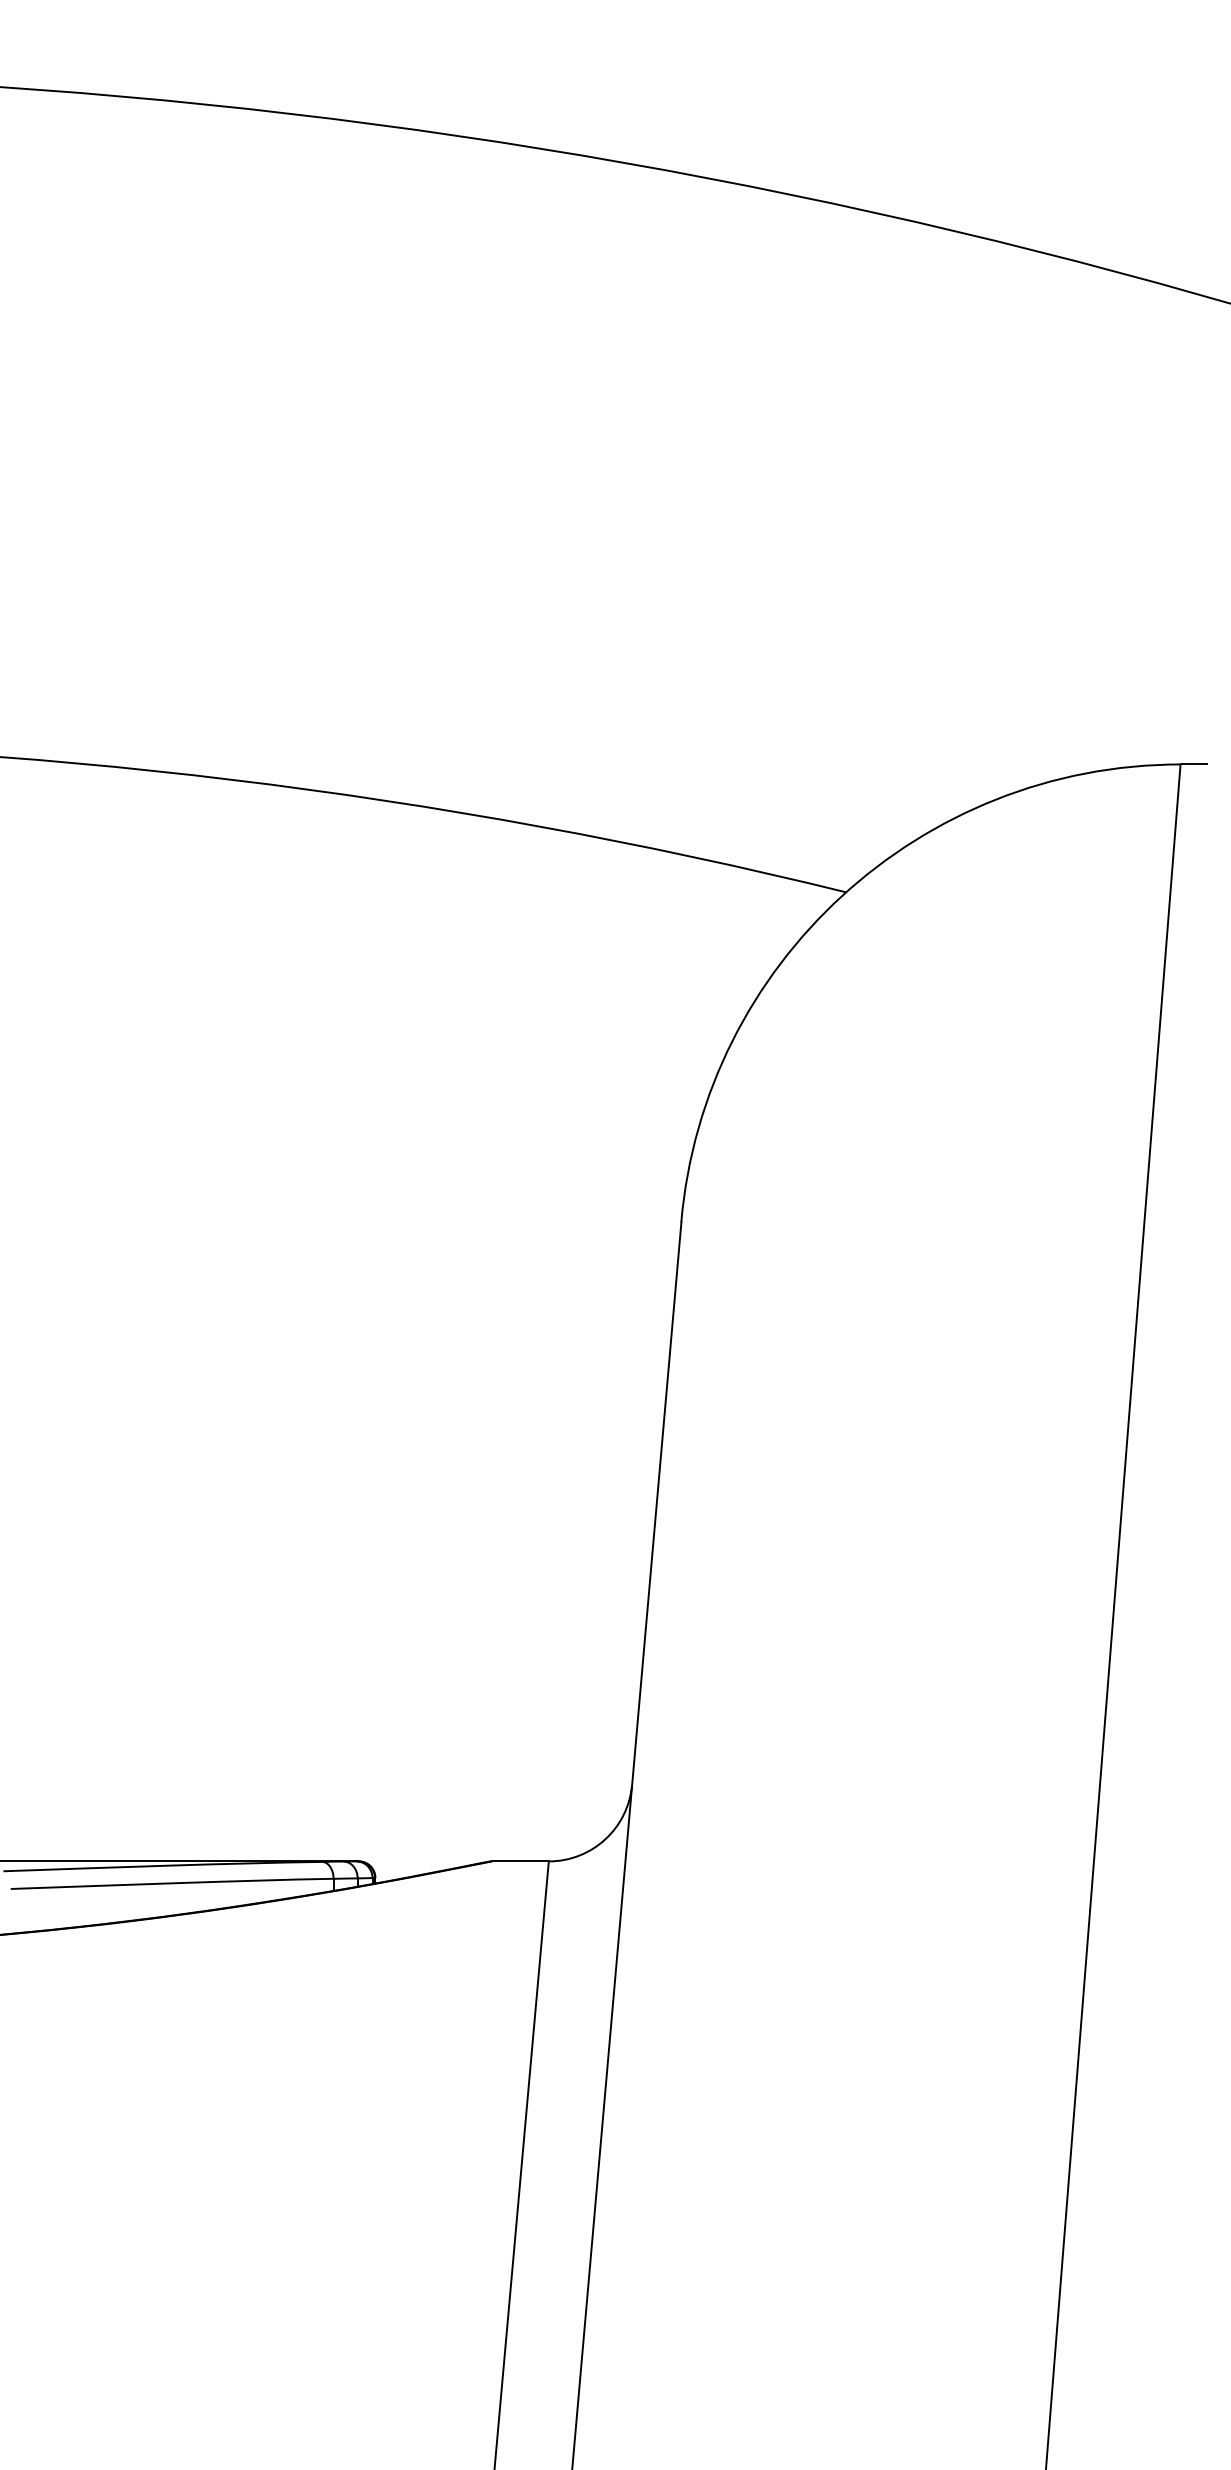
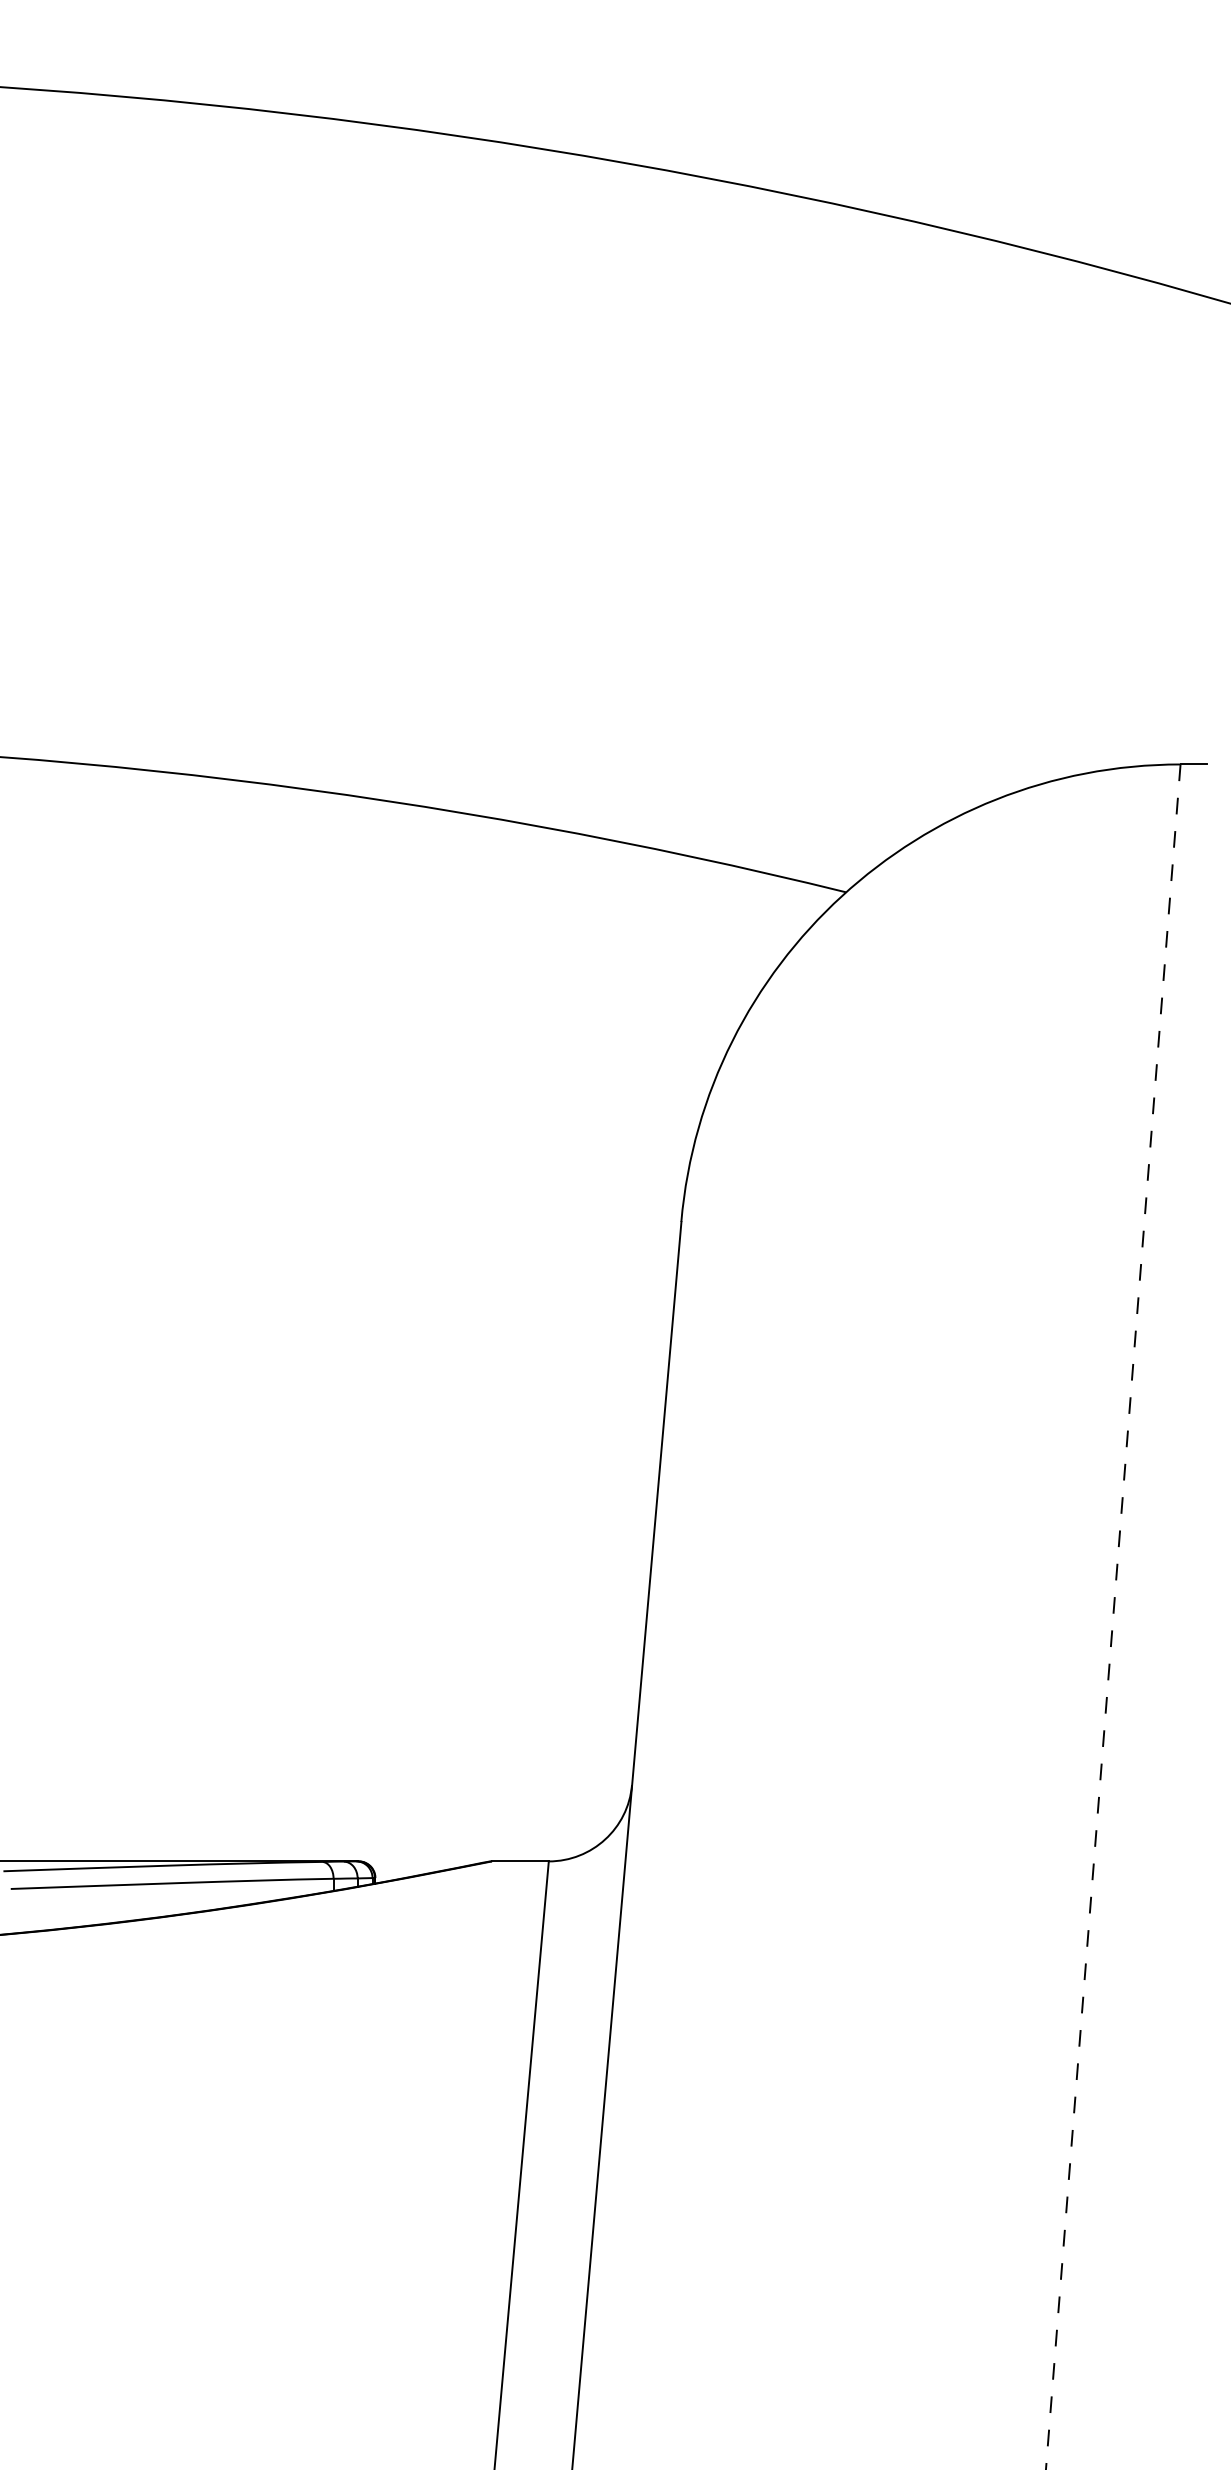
line at (1113, 1617): solid -> dashed
